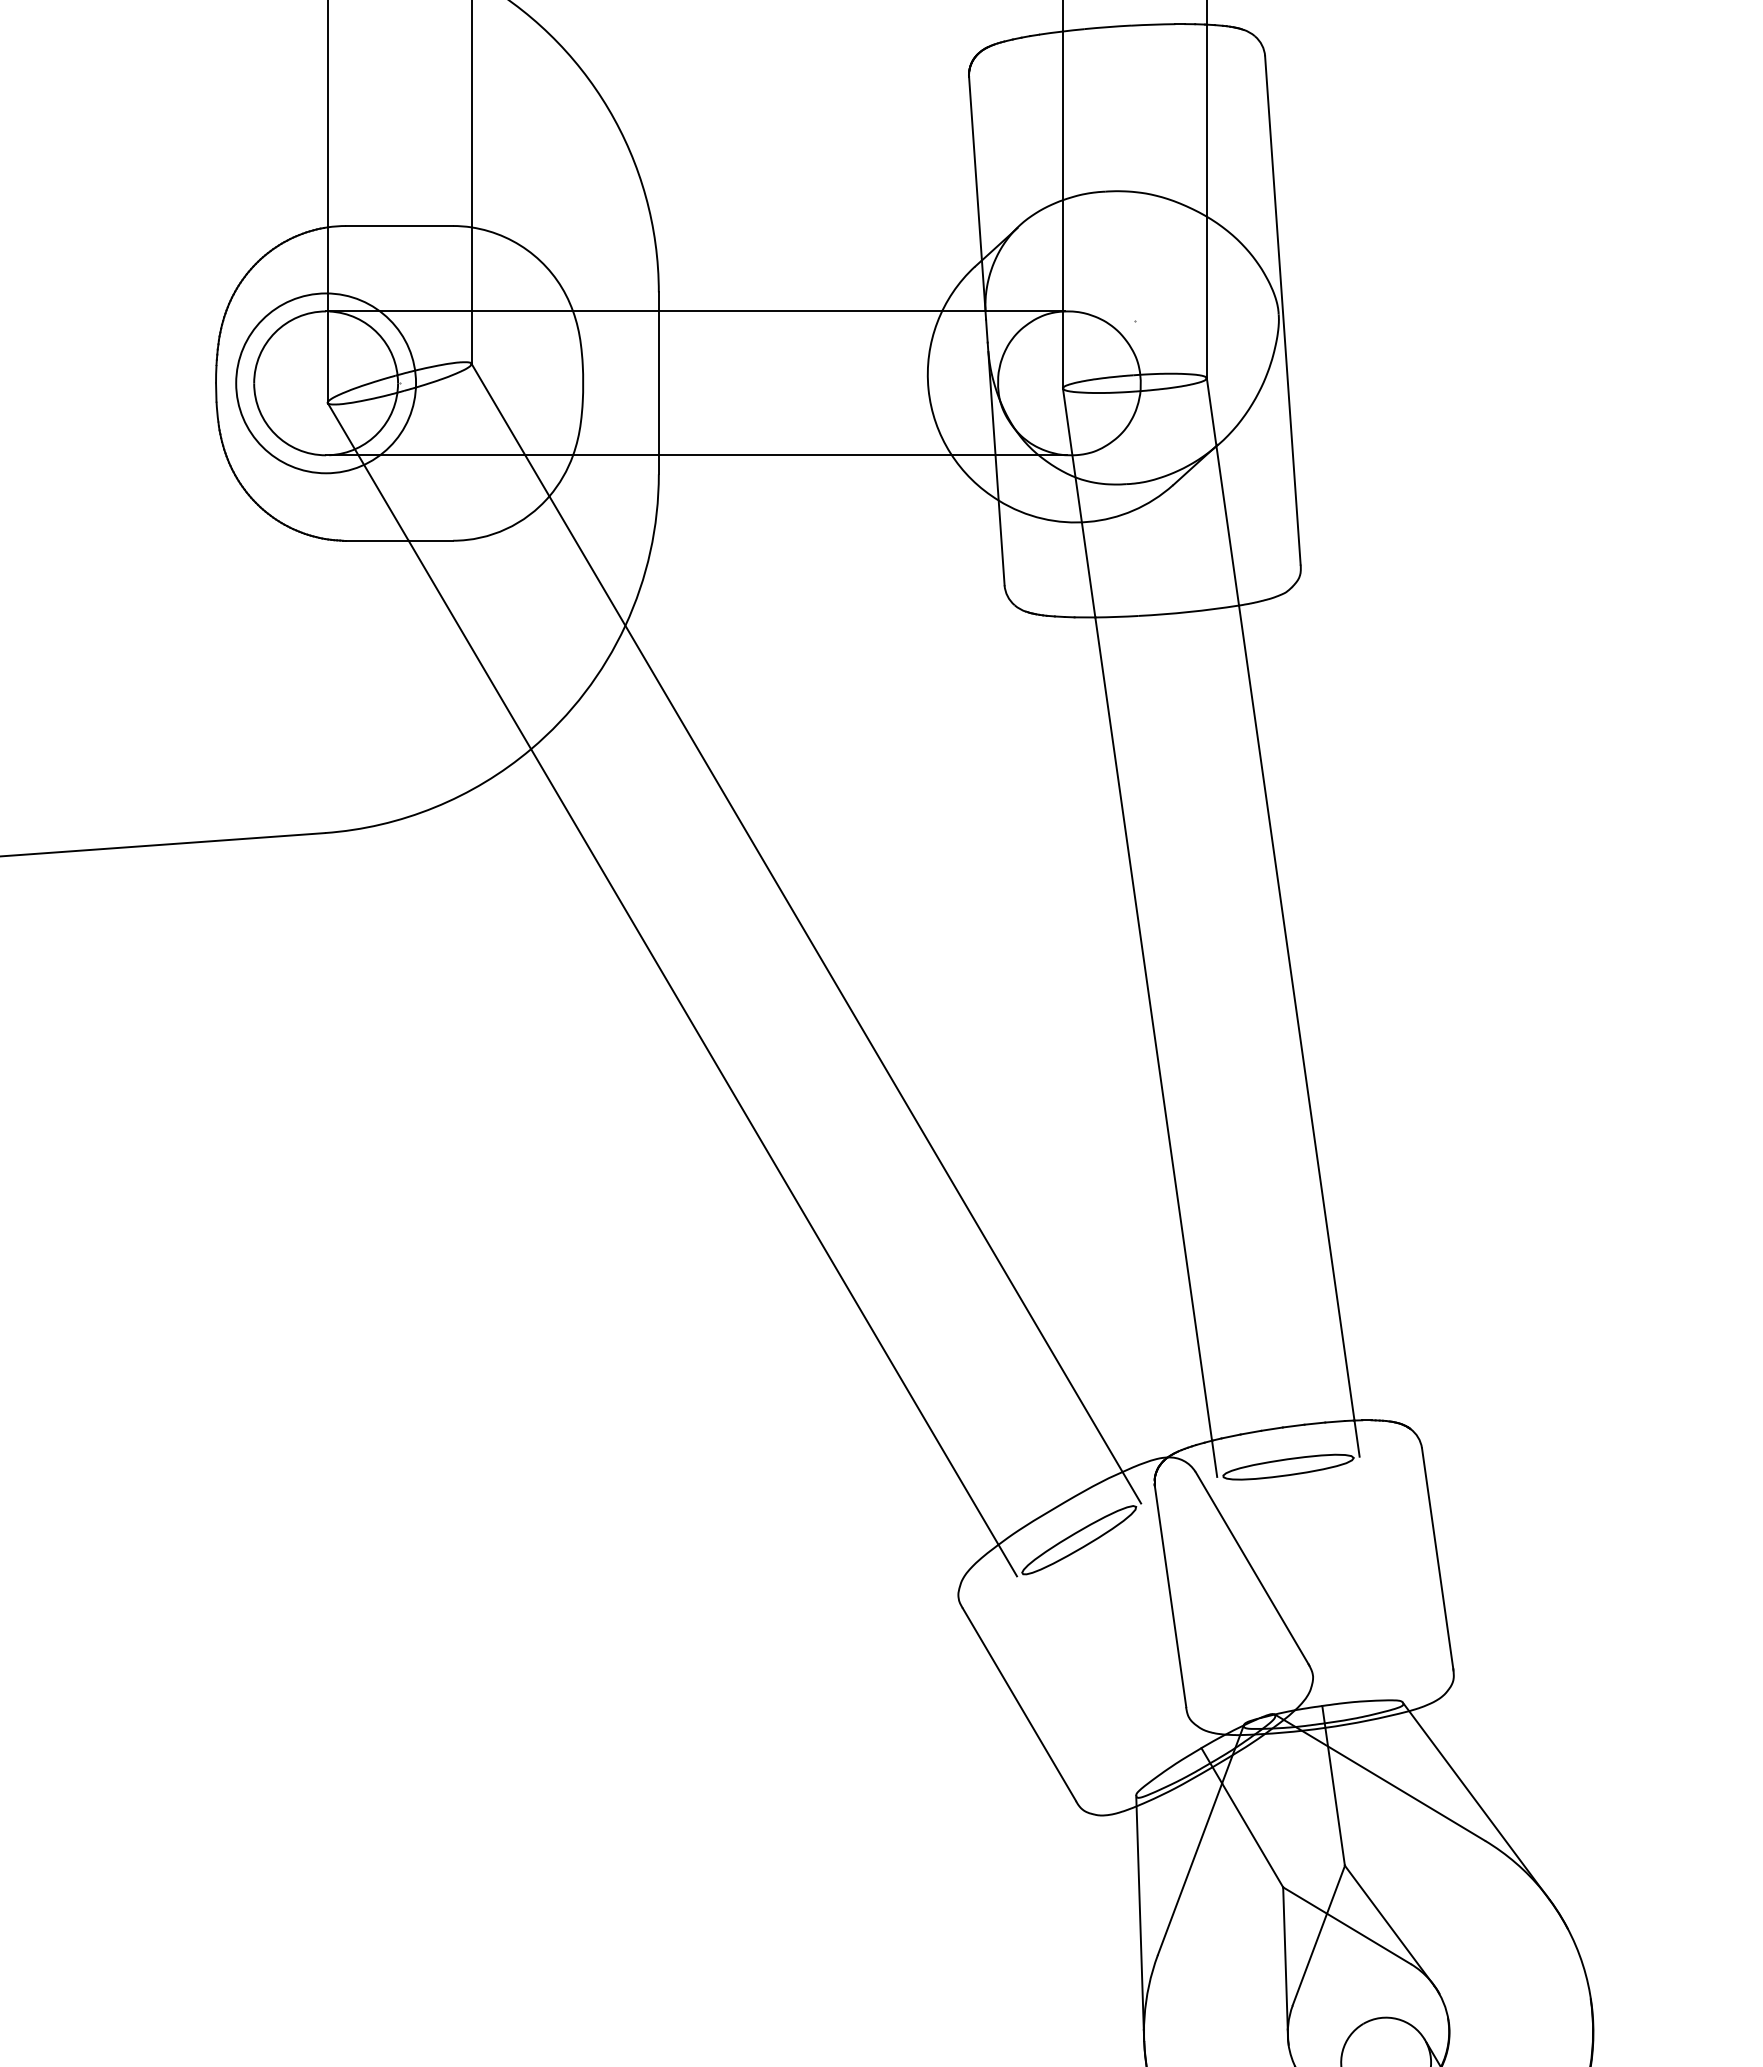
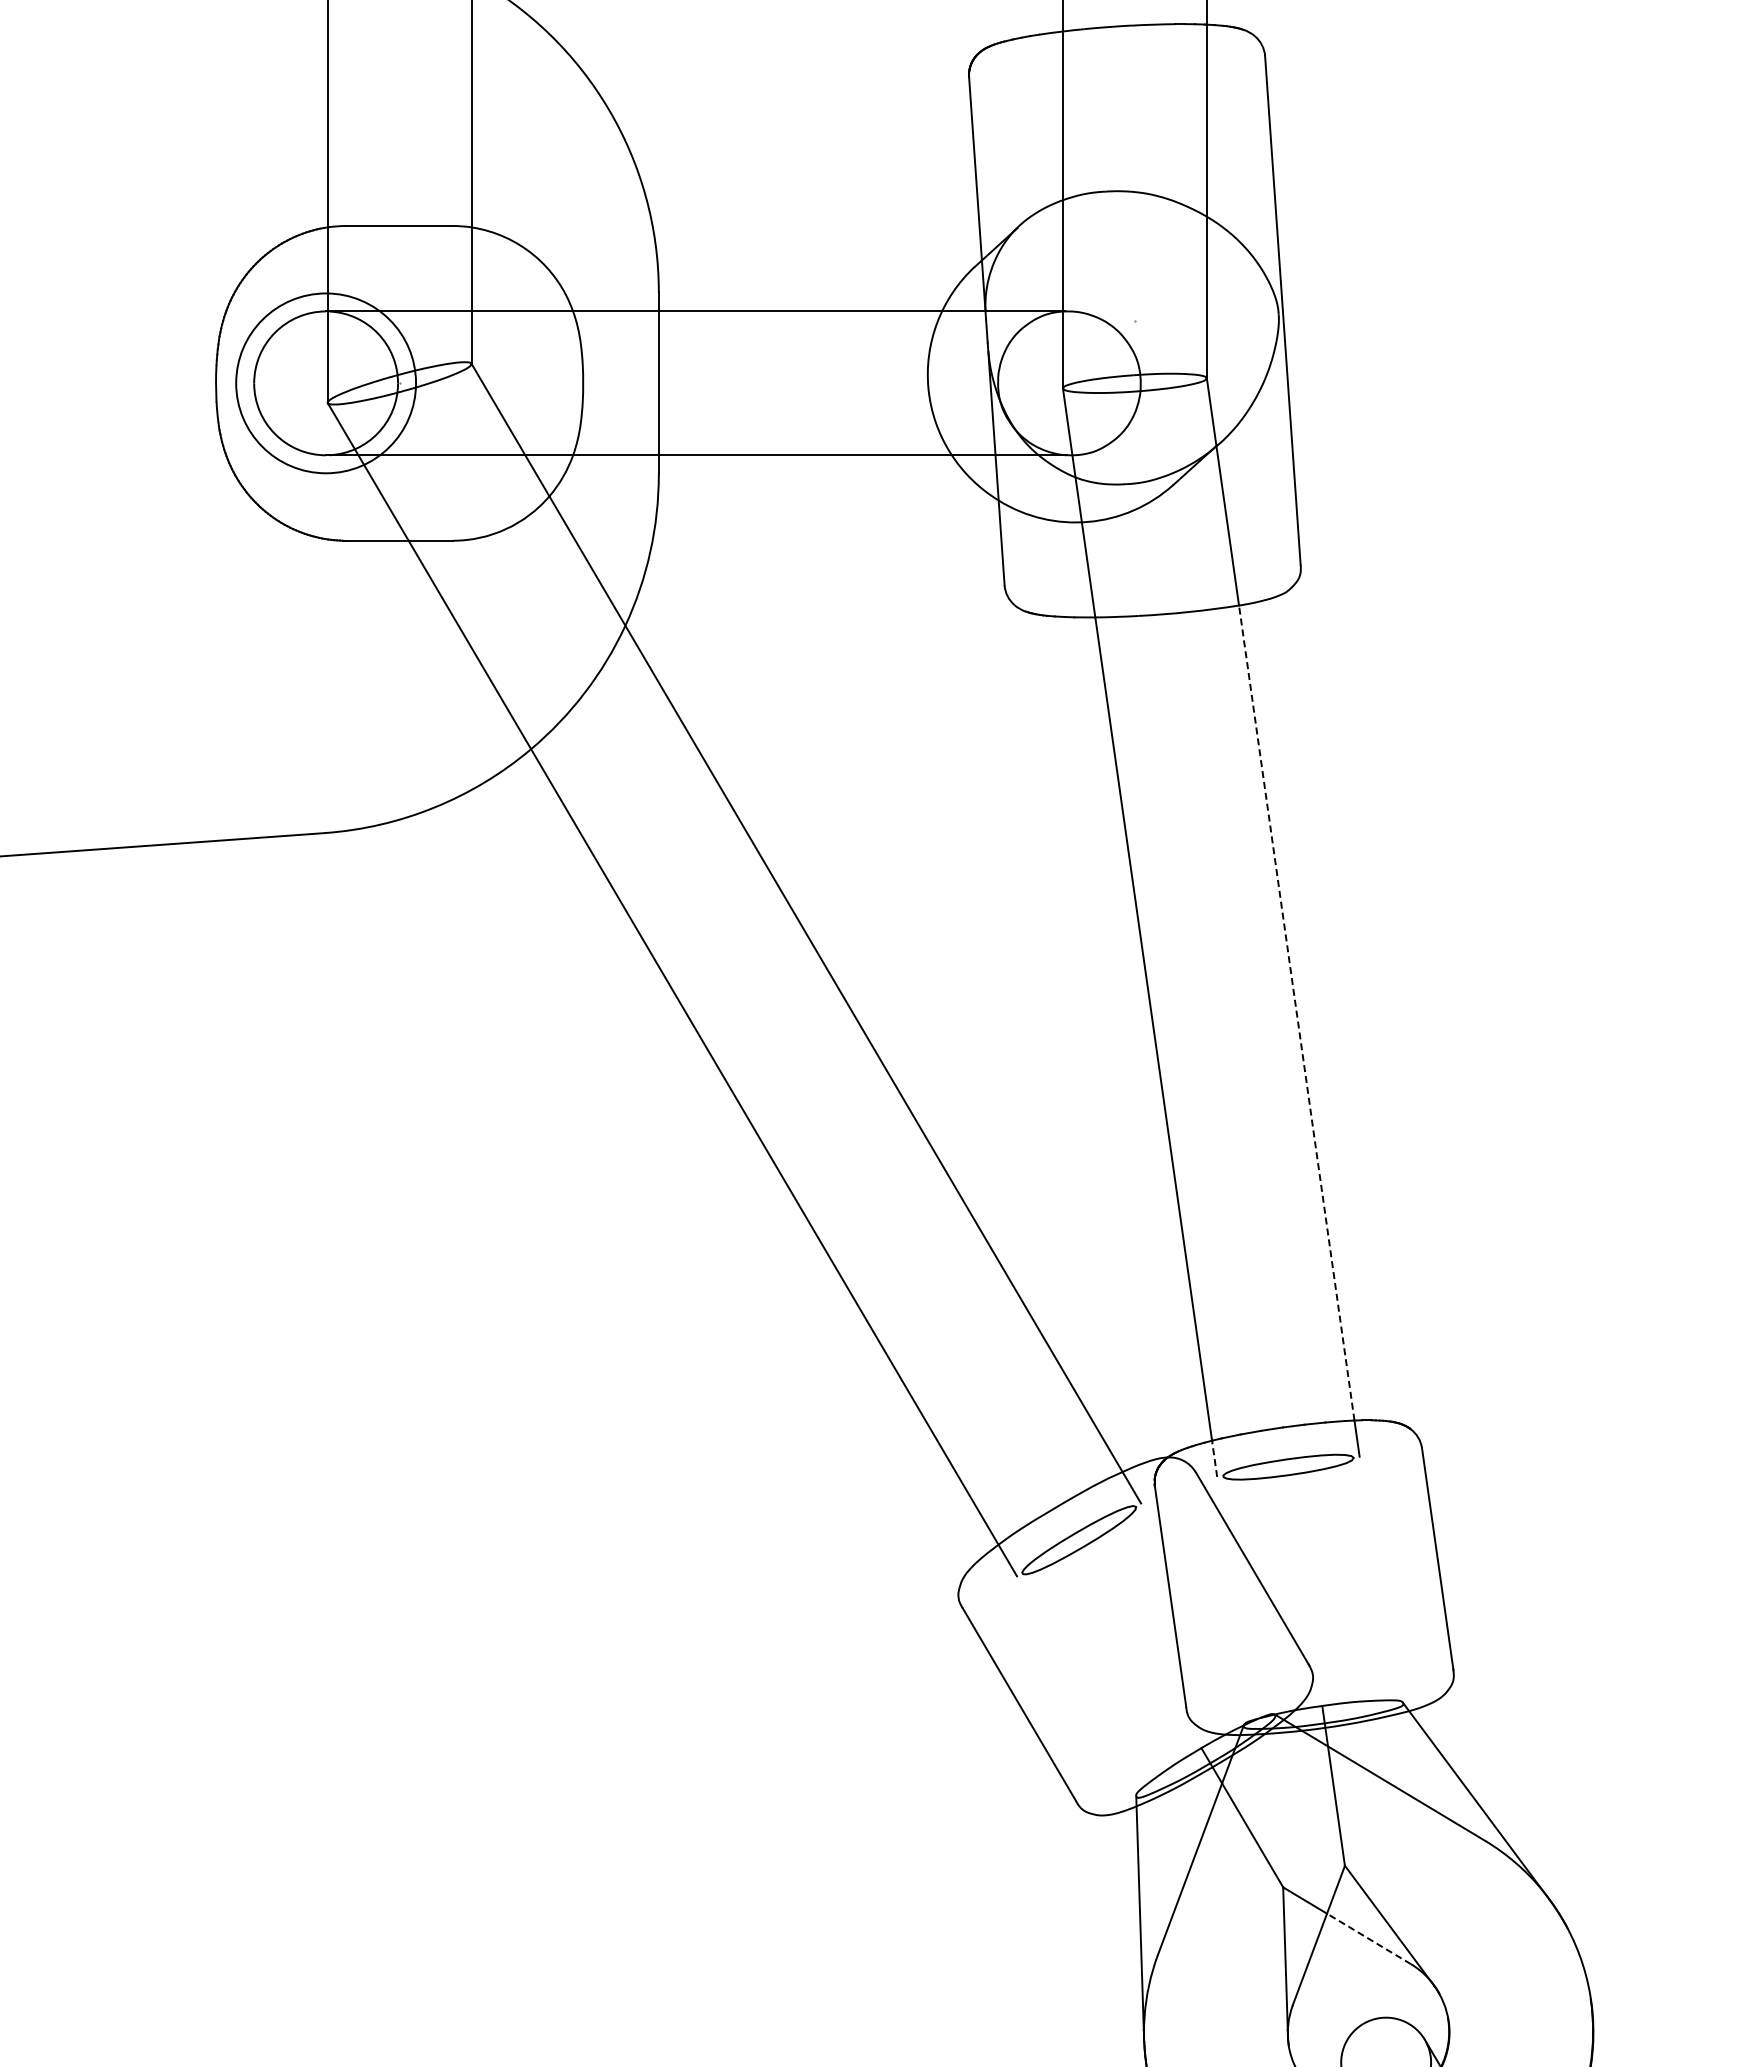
line at (1296, 1013): solid -> dashed
line at (1214, 1458): solid -> dashed
line at (1369, 1938): solid -> dashed
